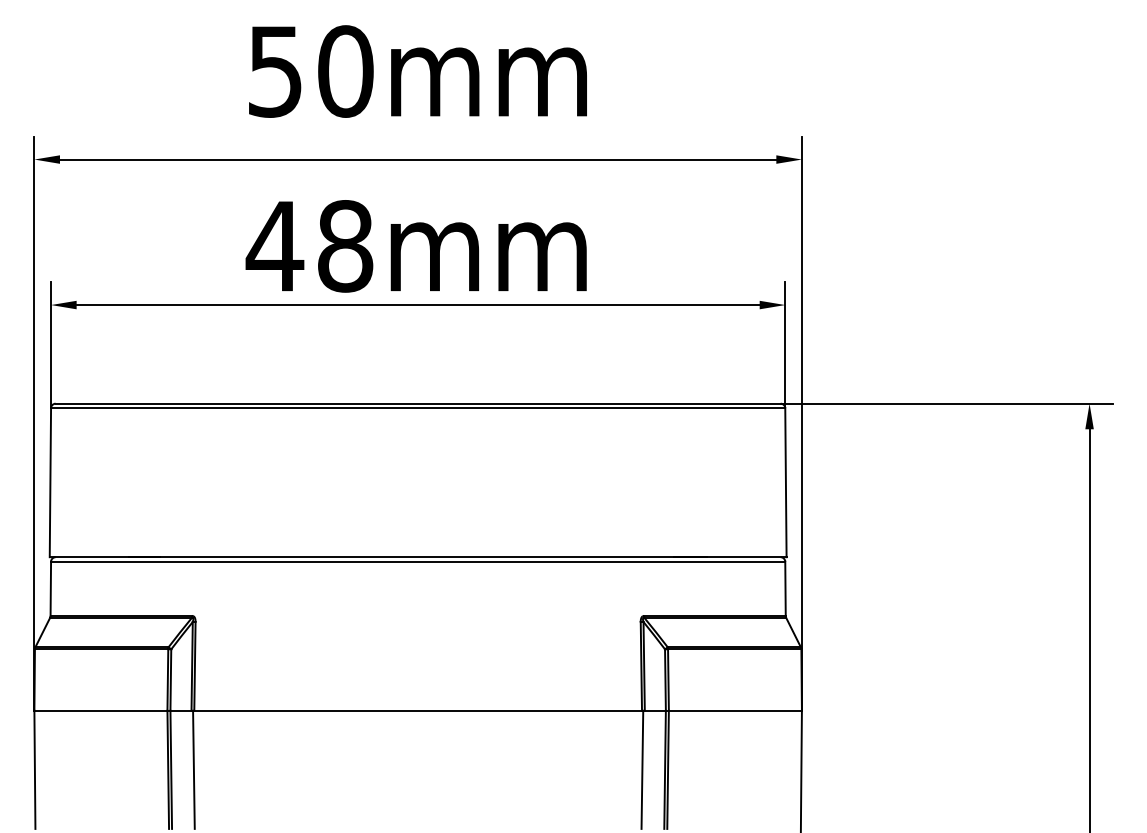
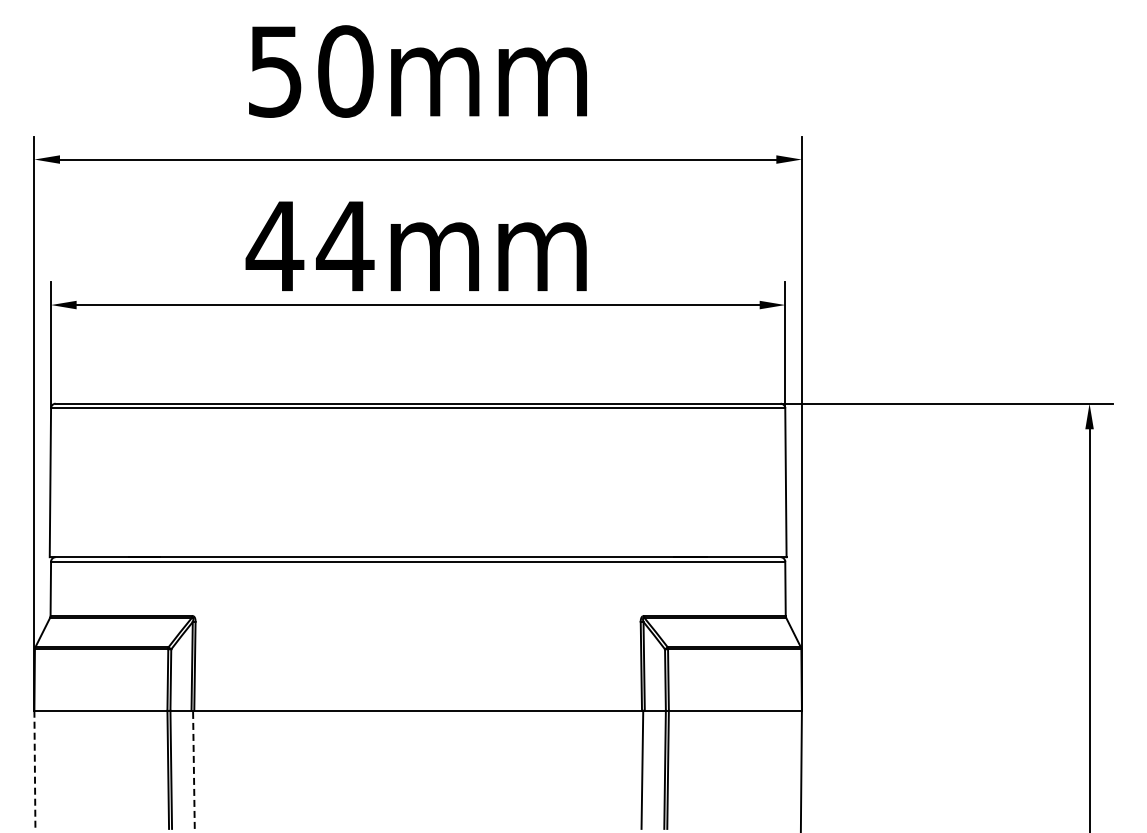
text at (345, 246): 48mm -> 44mm
line at (193, 769): solid -> dashed
line at (34, 770): solid -> dashed
